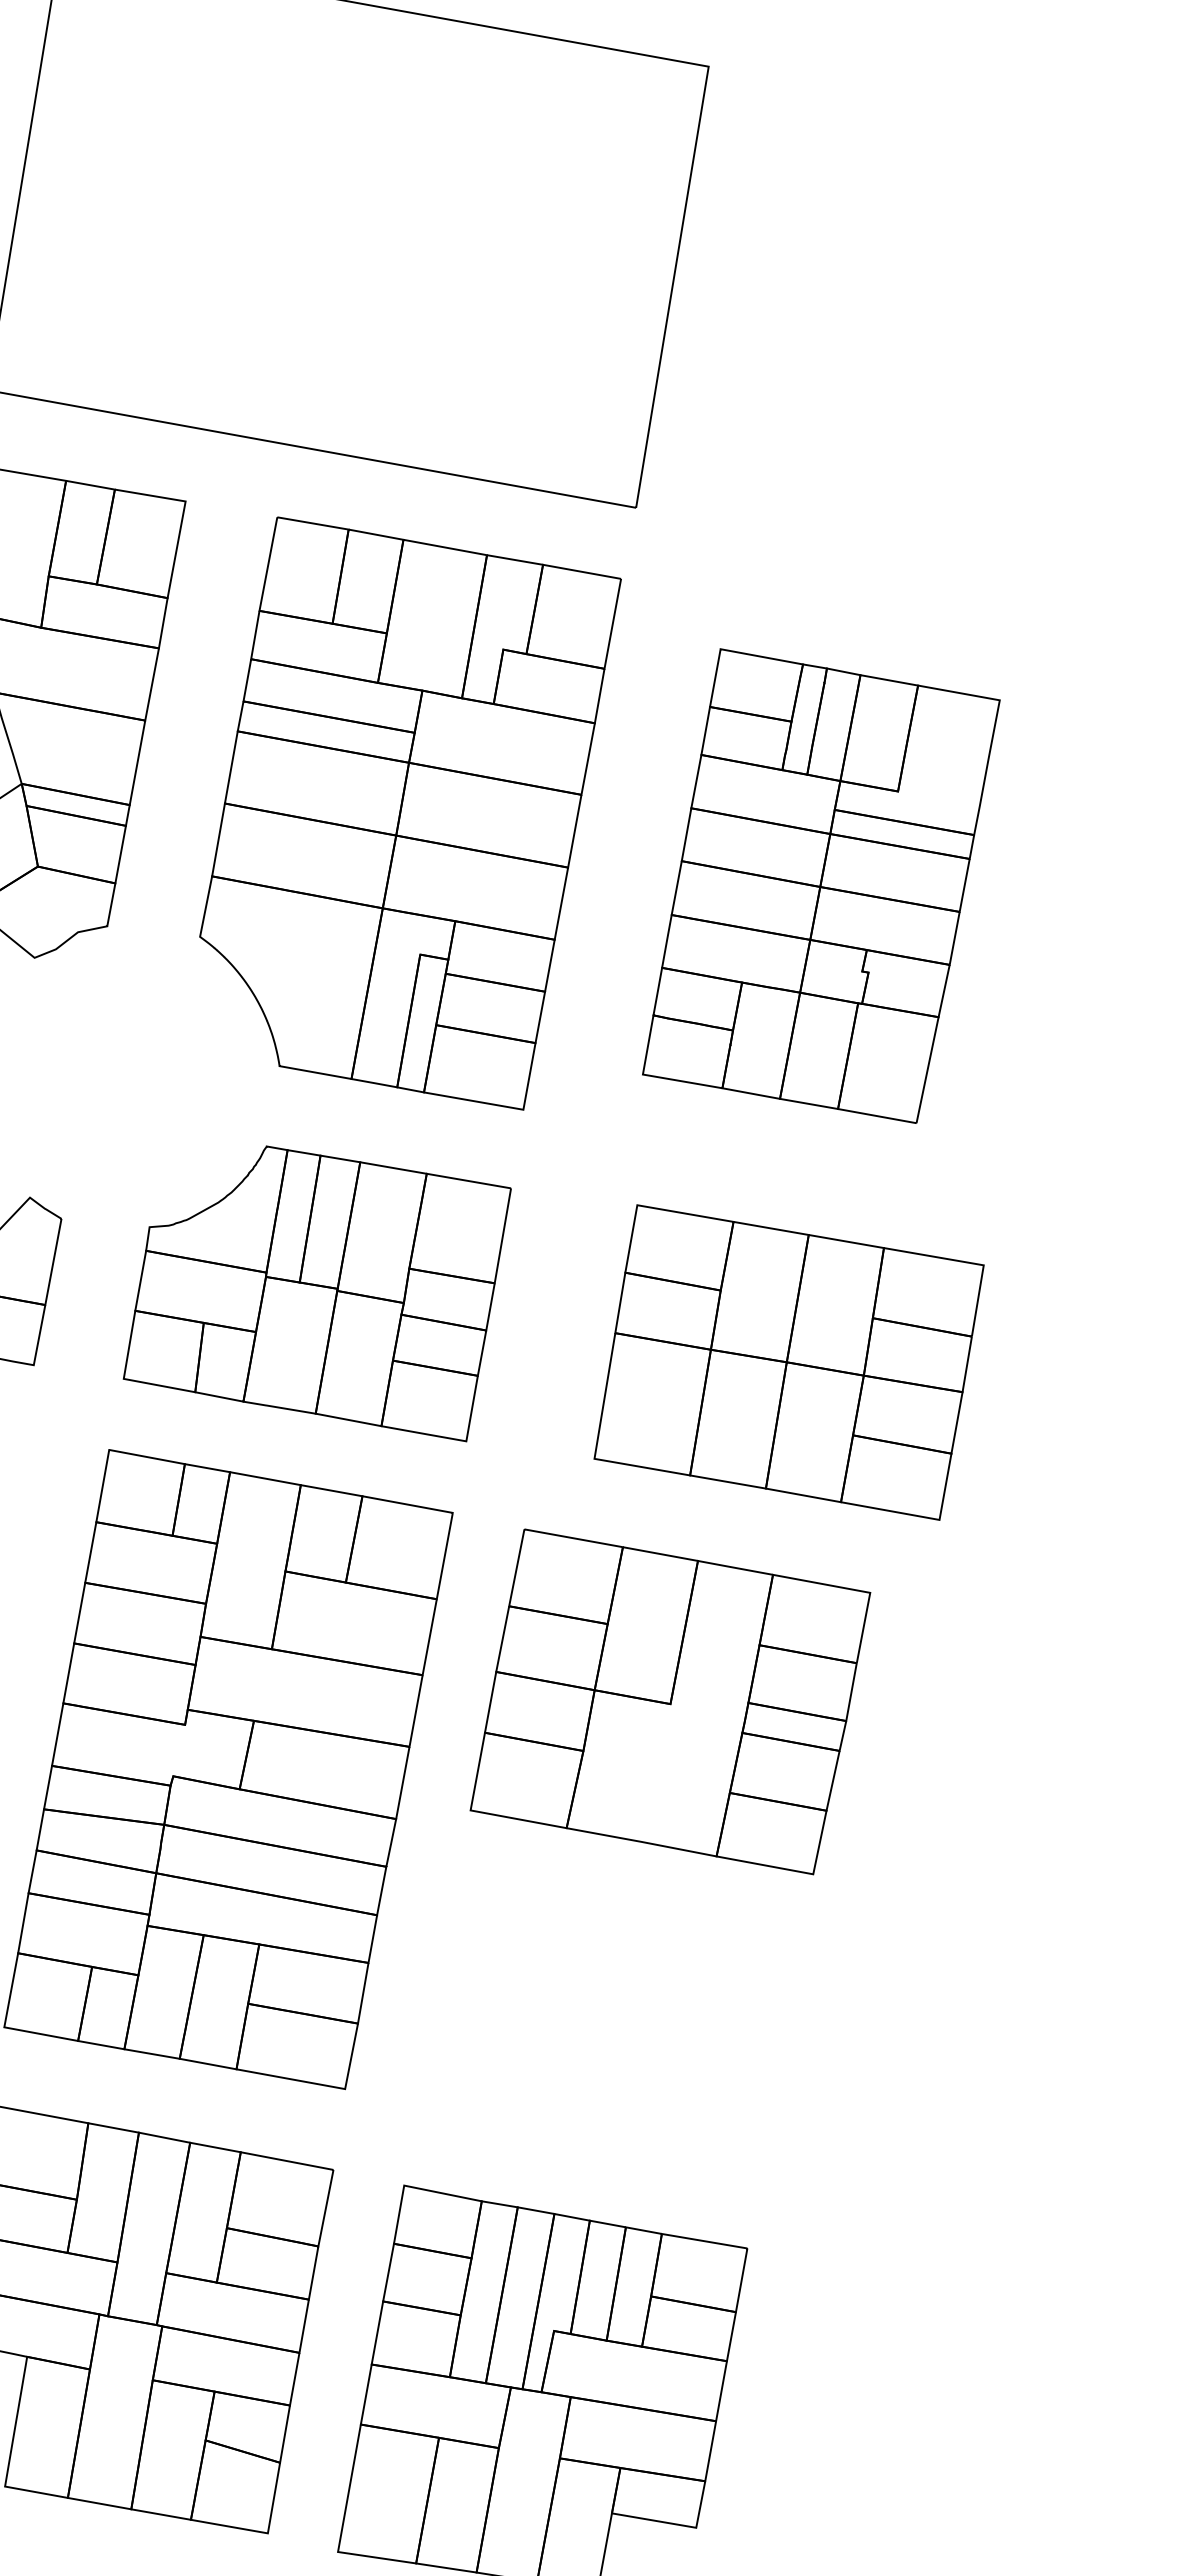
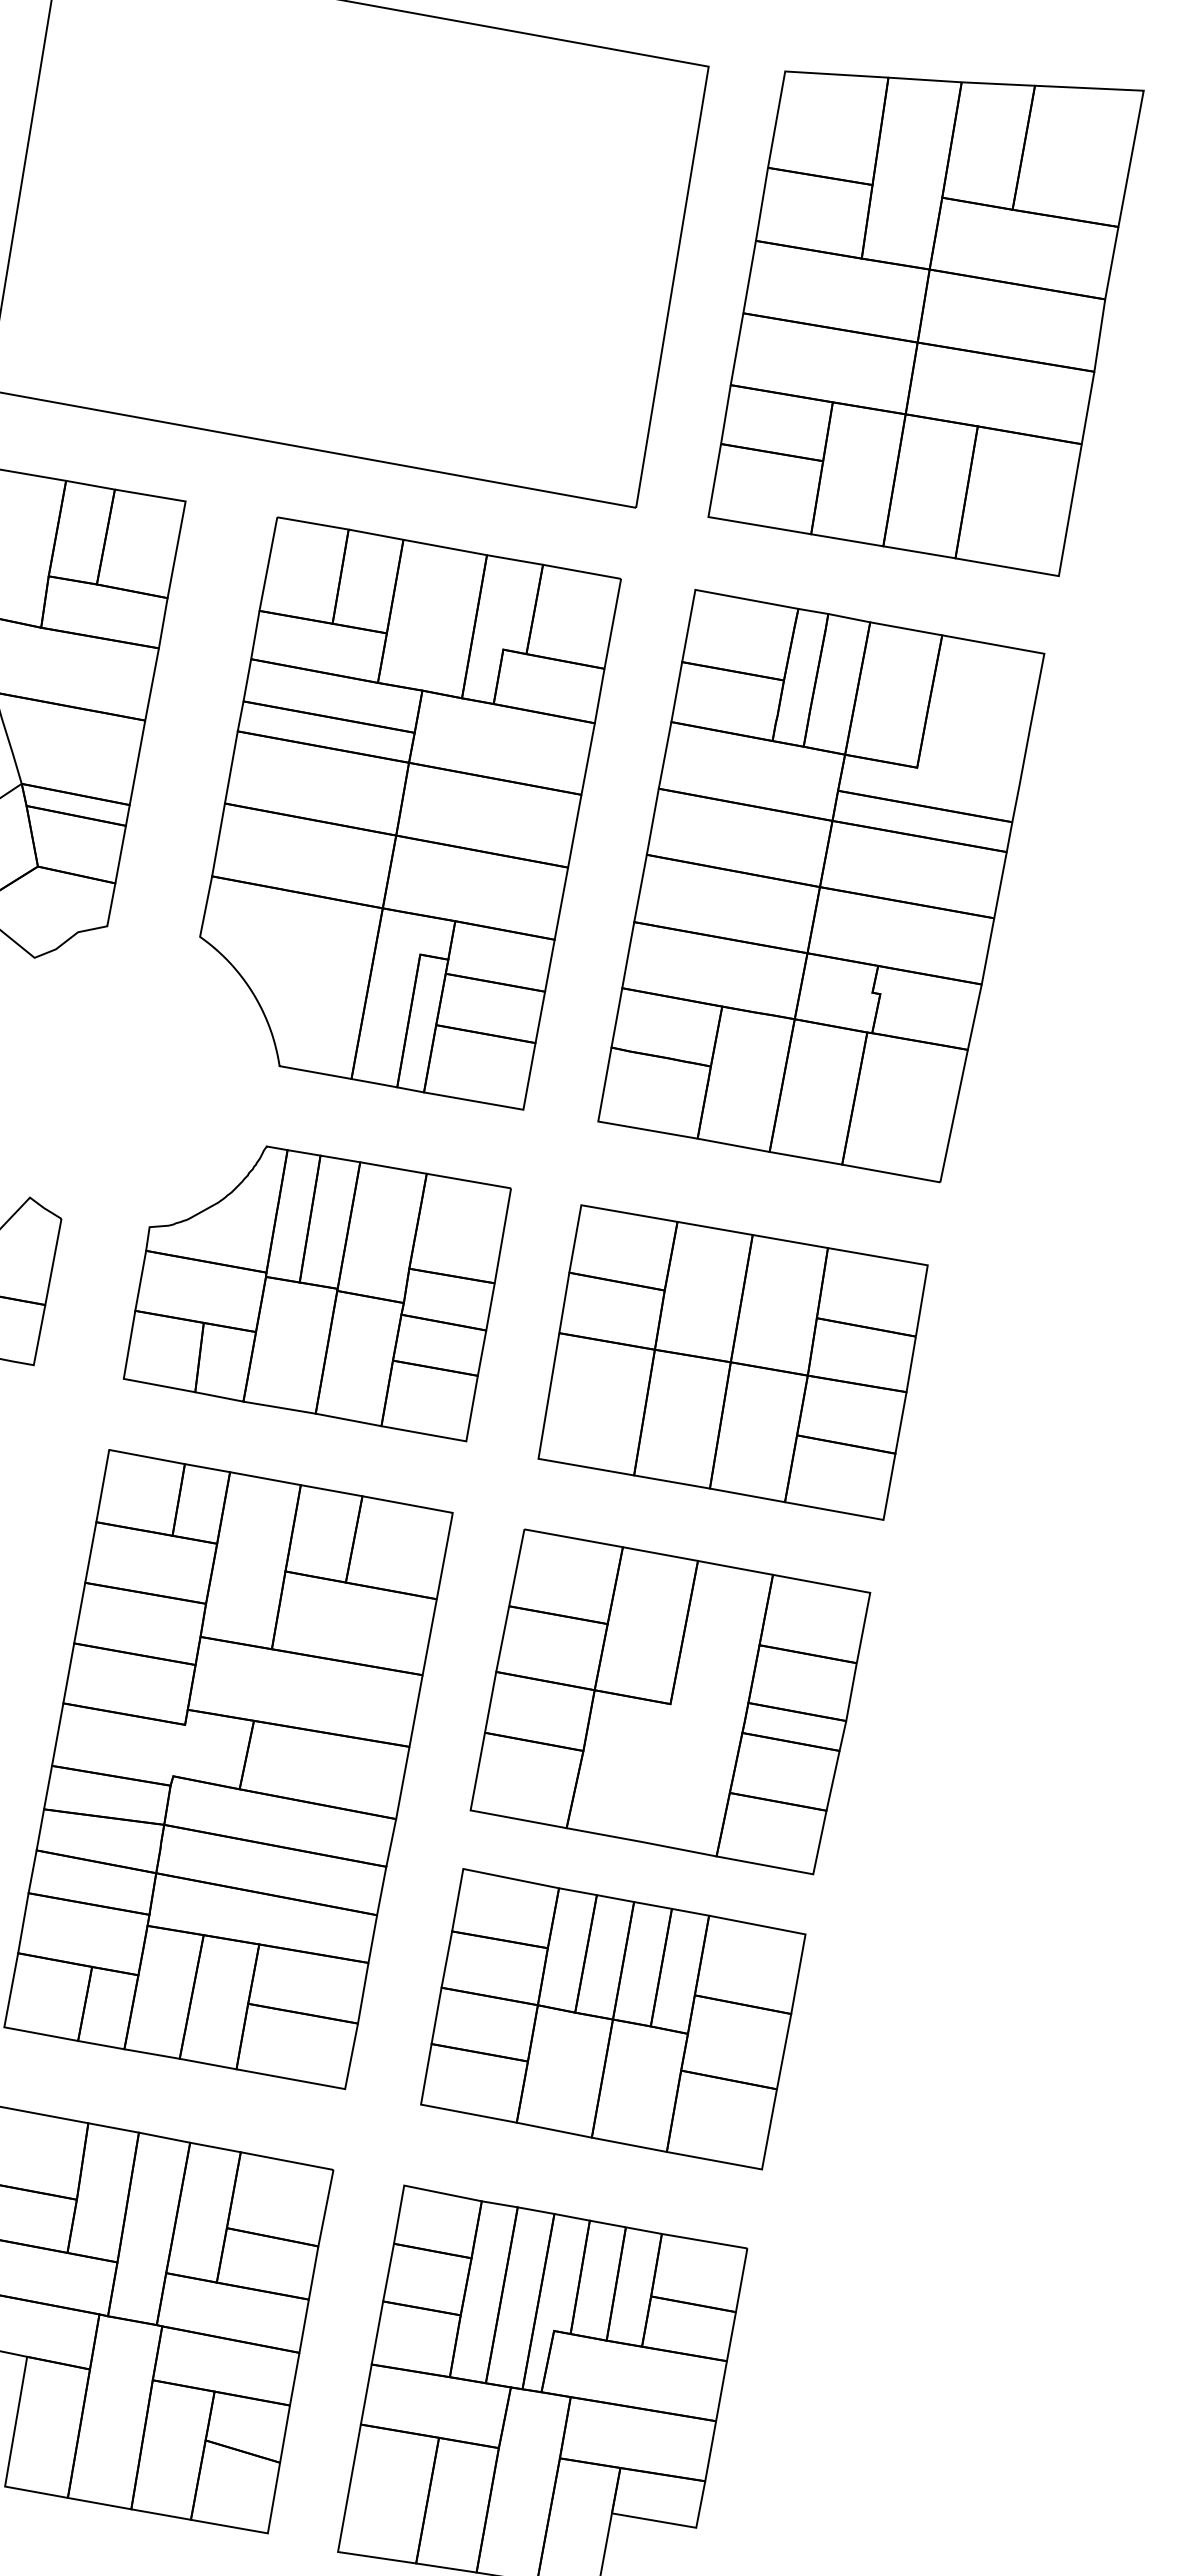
part at (925, 323): none -> present
part at (821, 885) size: 359x476 px -> 449x595 px
part at (788, 1362) position: (788, 1362) -> (732, 1362)
part at (613, 2019): none -> present
